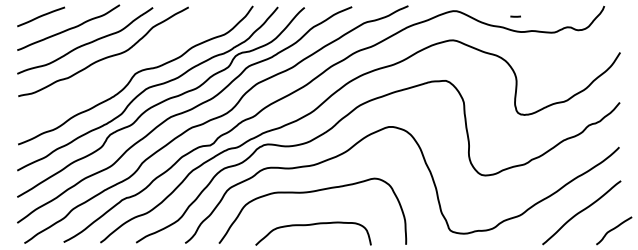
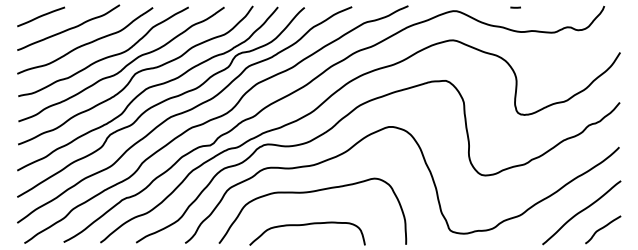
line at (515, 16) position: (515, 16) -> (515, 7)
curve at (124, 66): none -> present
curve at (313, 225) position: (313, 225) -> (307, 225)
curve at (614, 229) position: (614, 229) -> (603, 228)
